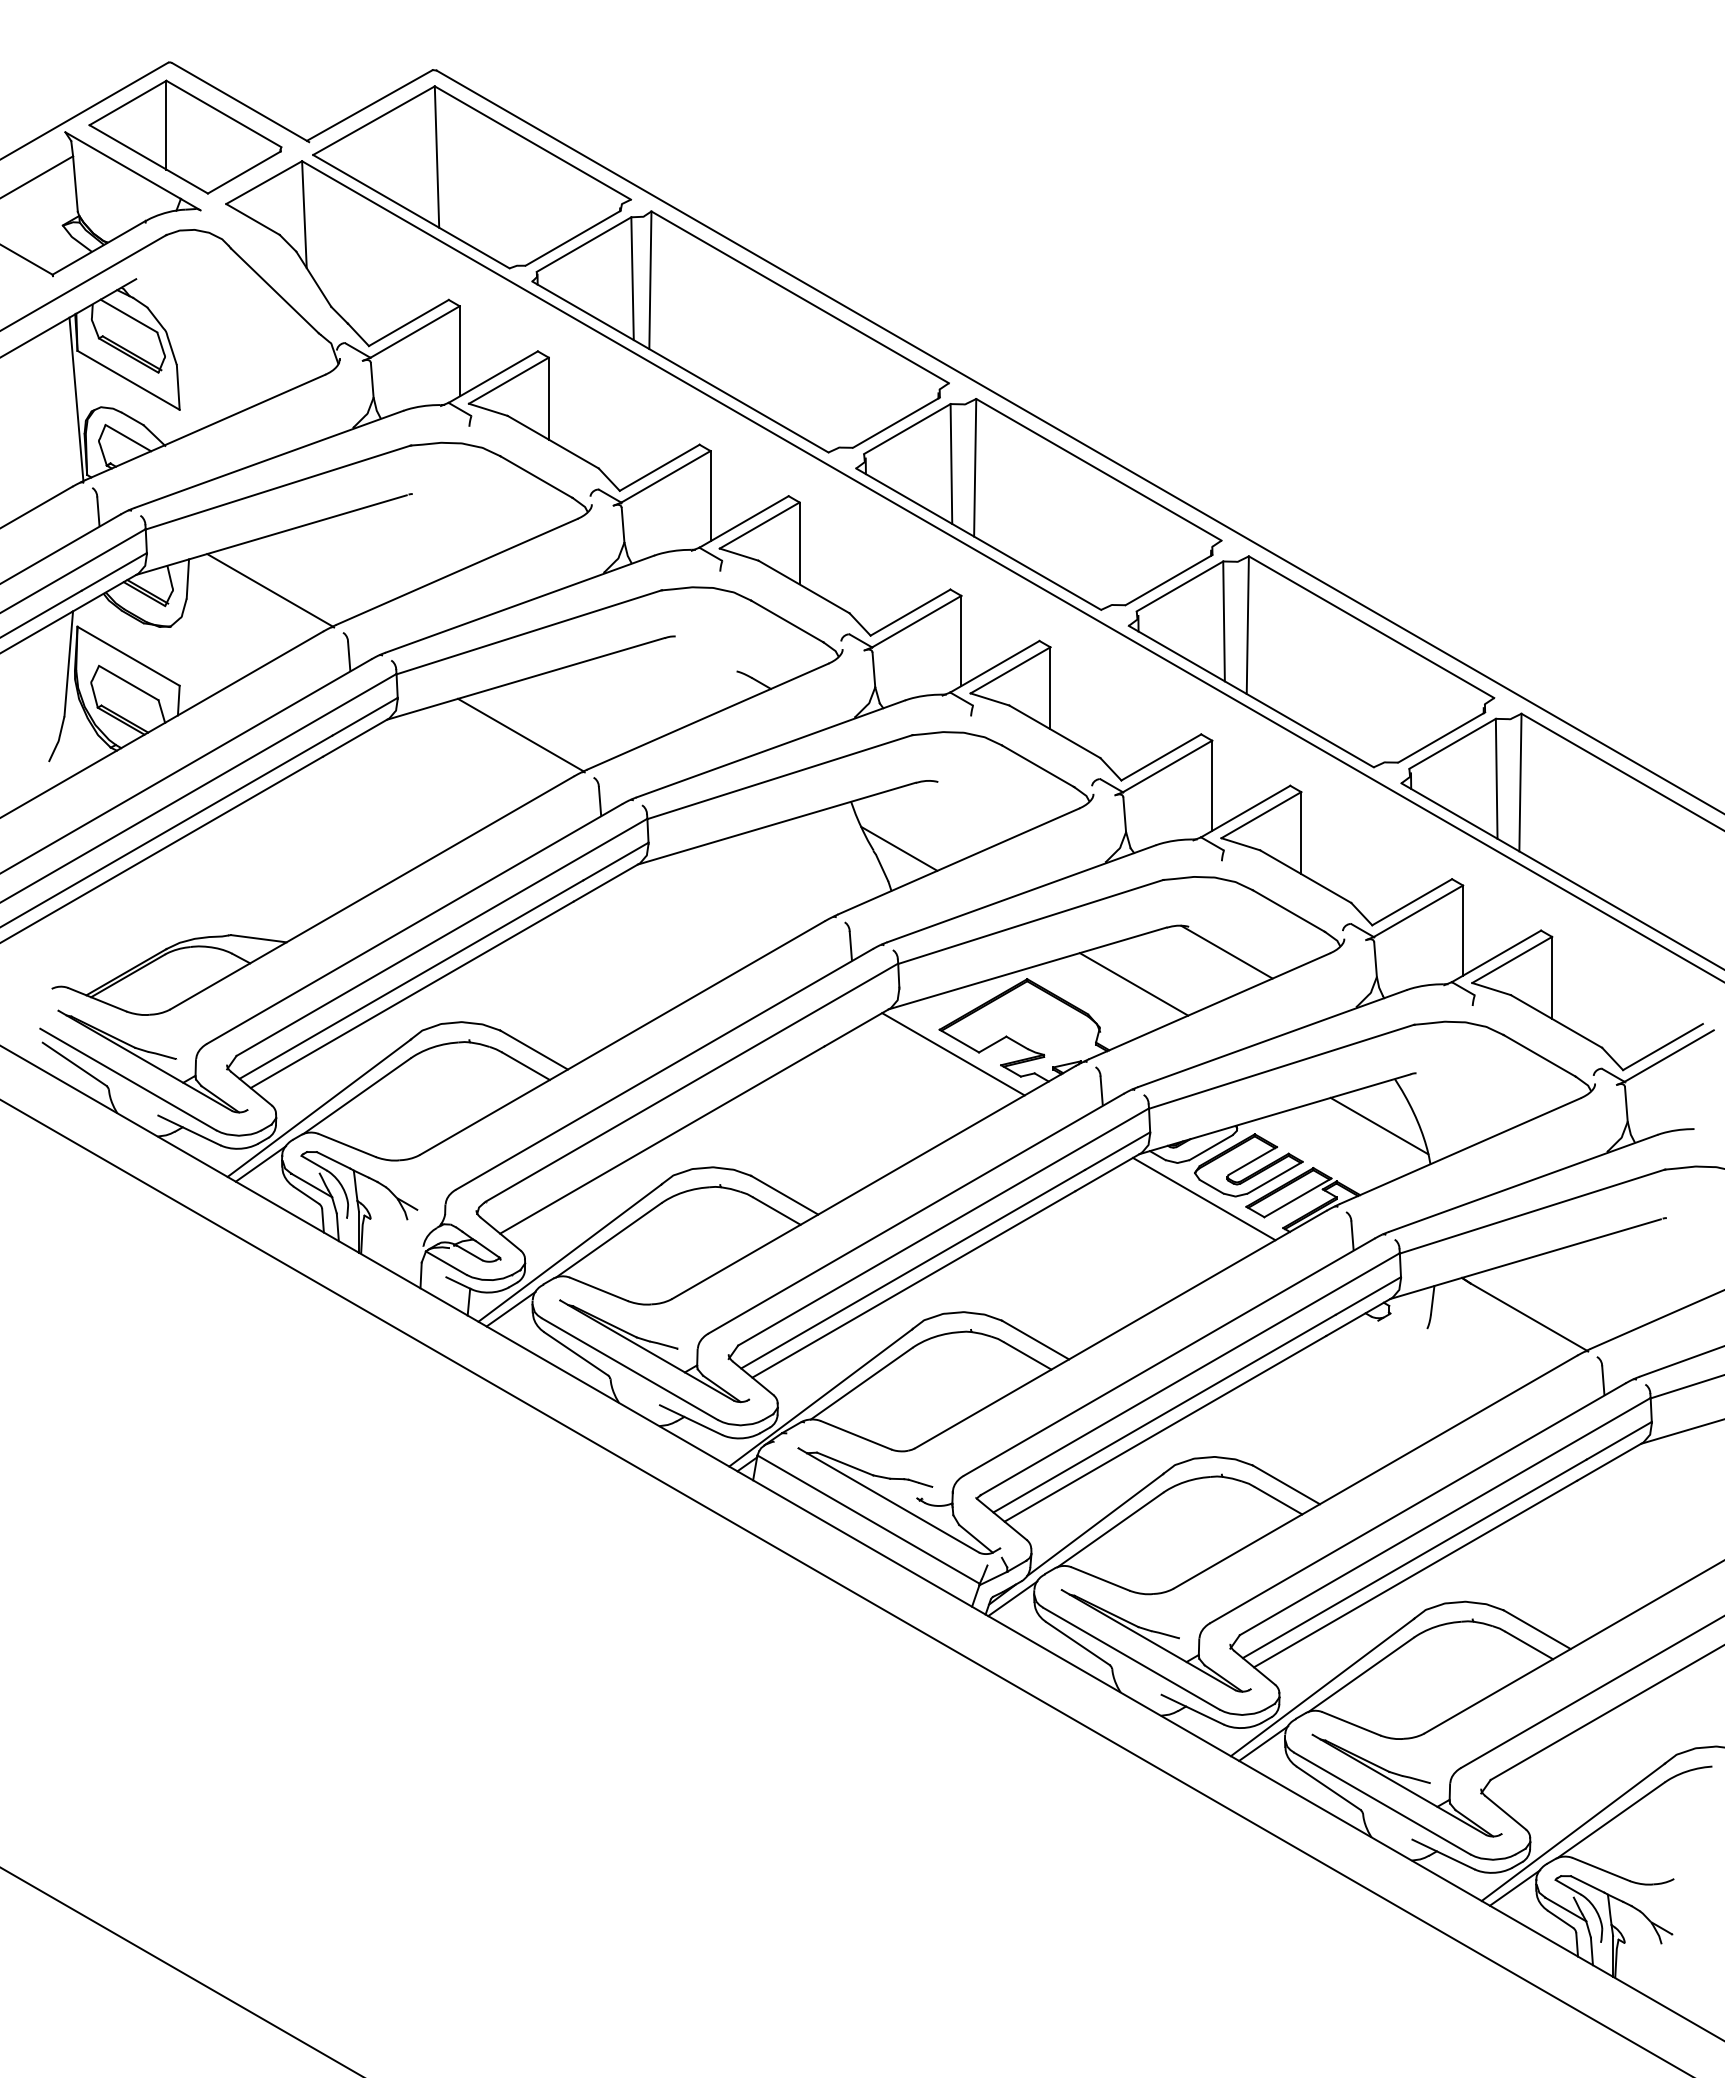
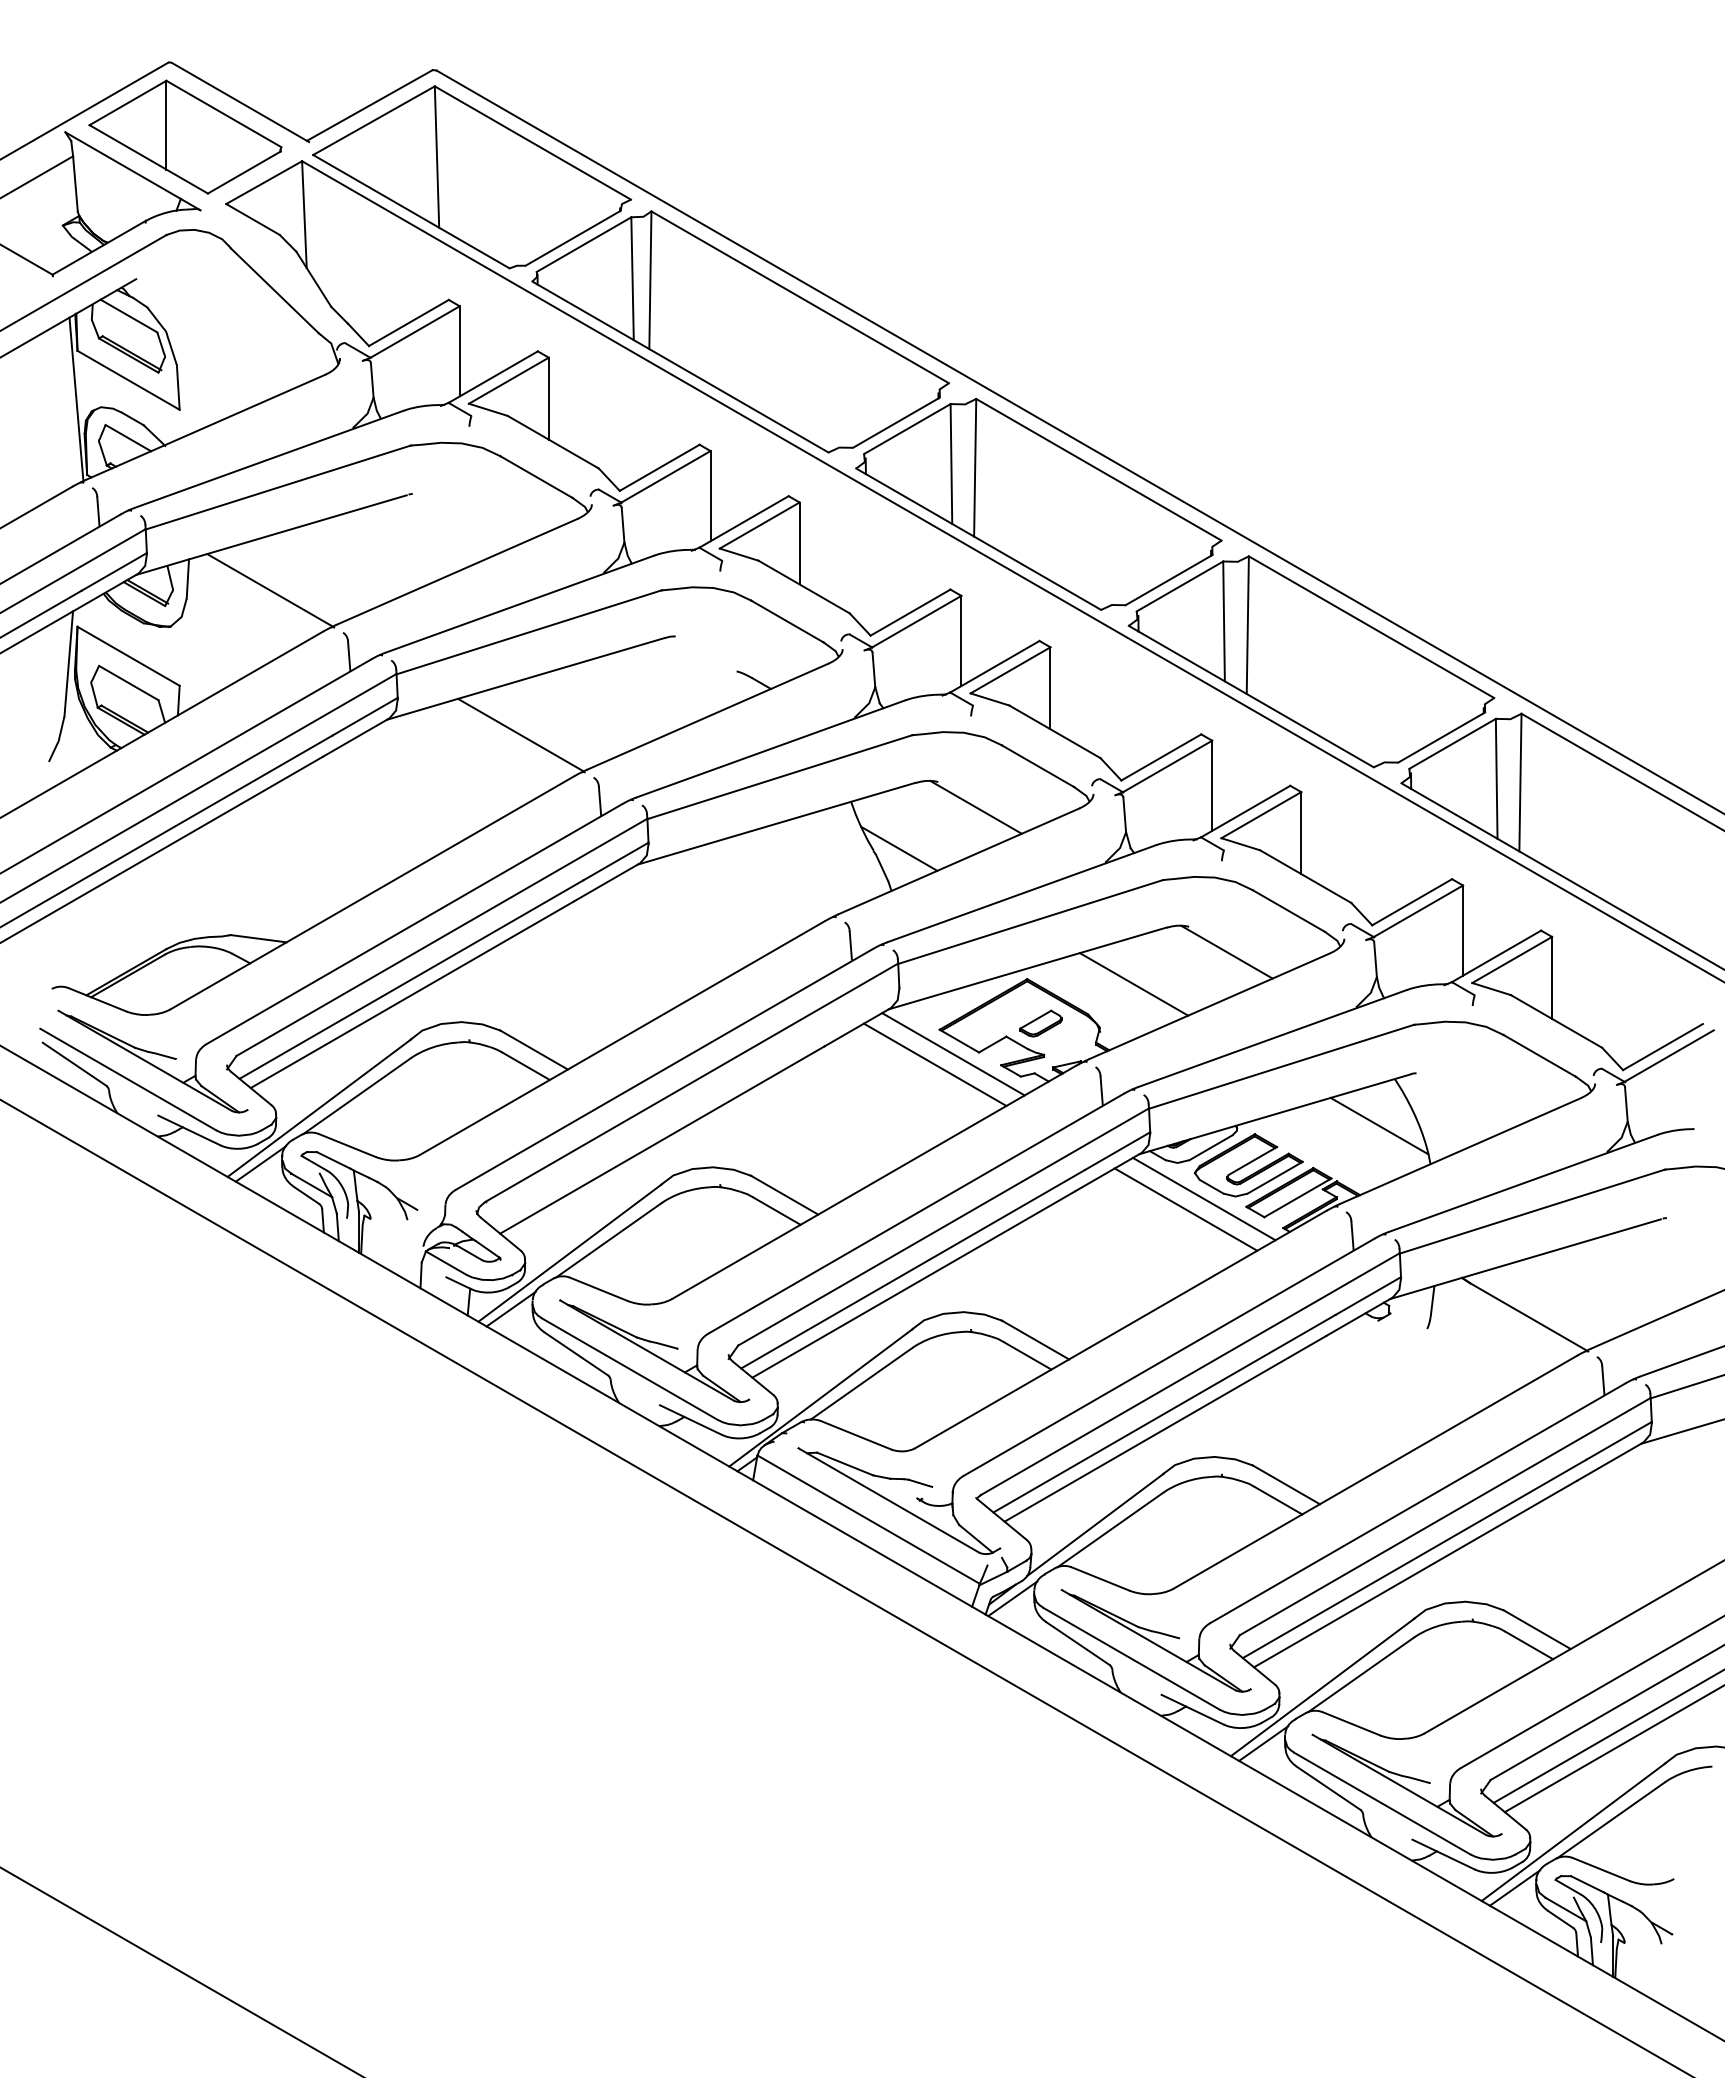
line at (975, 807): none -> present
part at (1040, 1023): none -> present
line at (934, 1064): none -> present
line at (1185, 1209): none -> present
line at (1607, 1736): none -> present
line at (1612, 1749): none -> present
